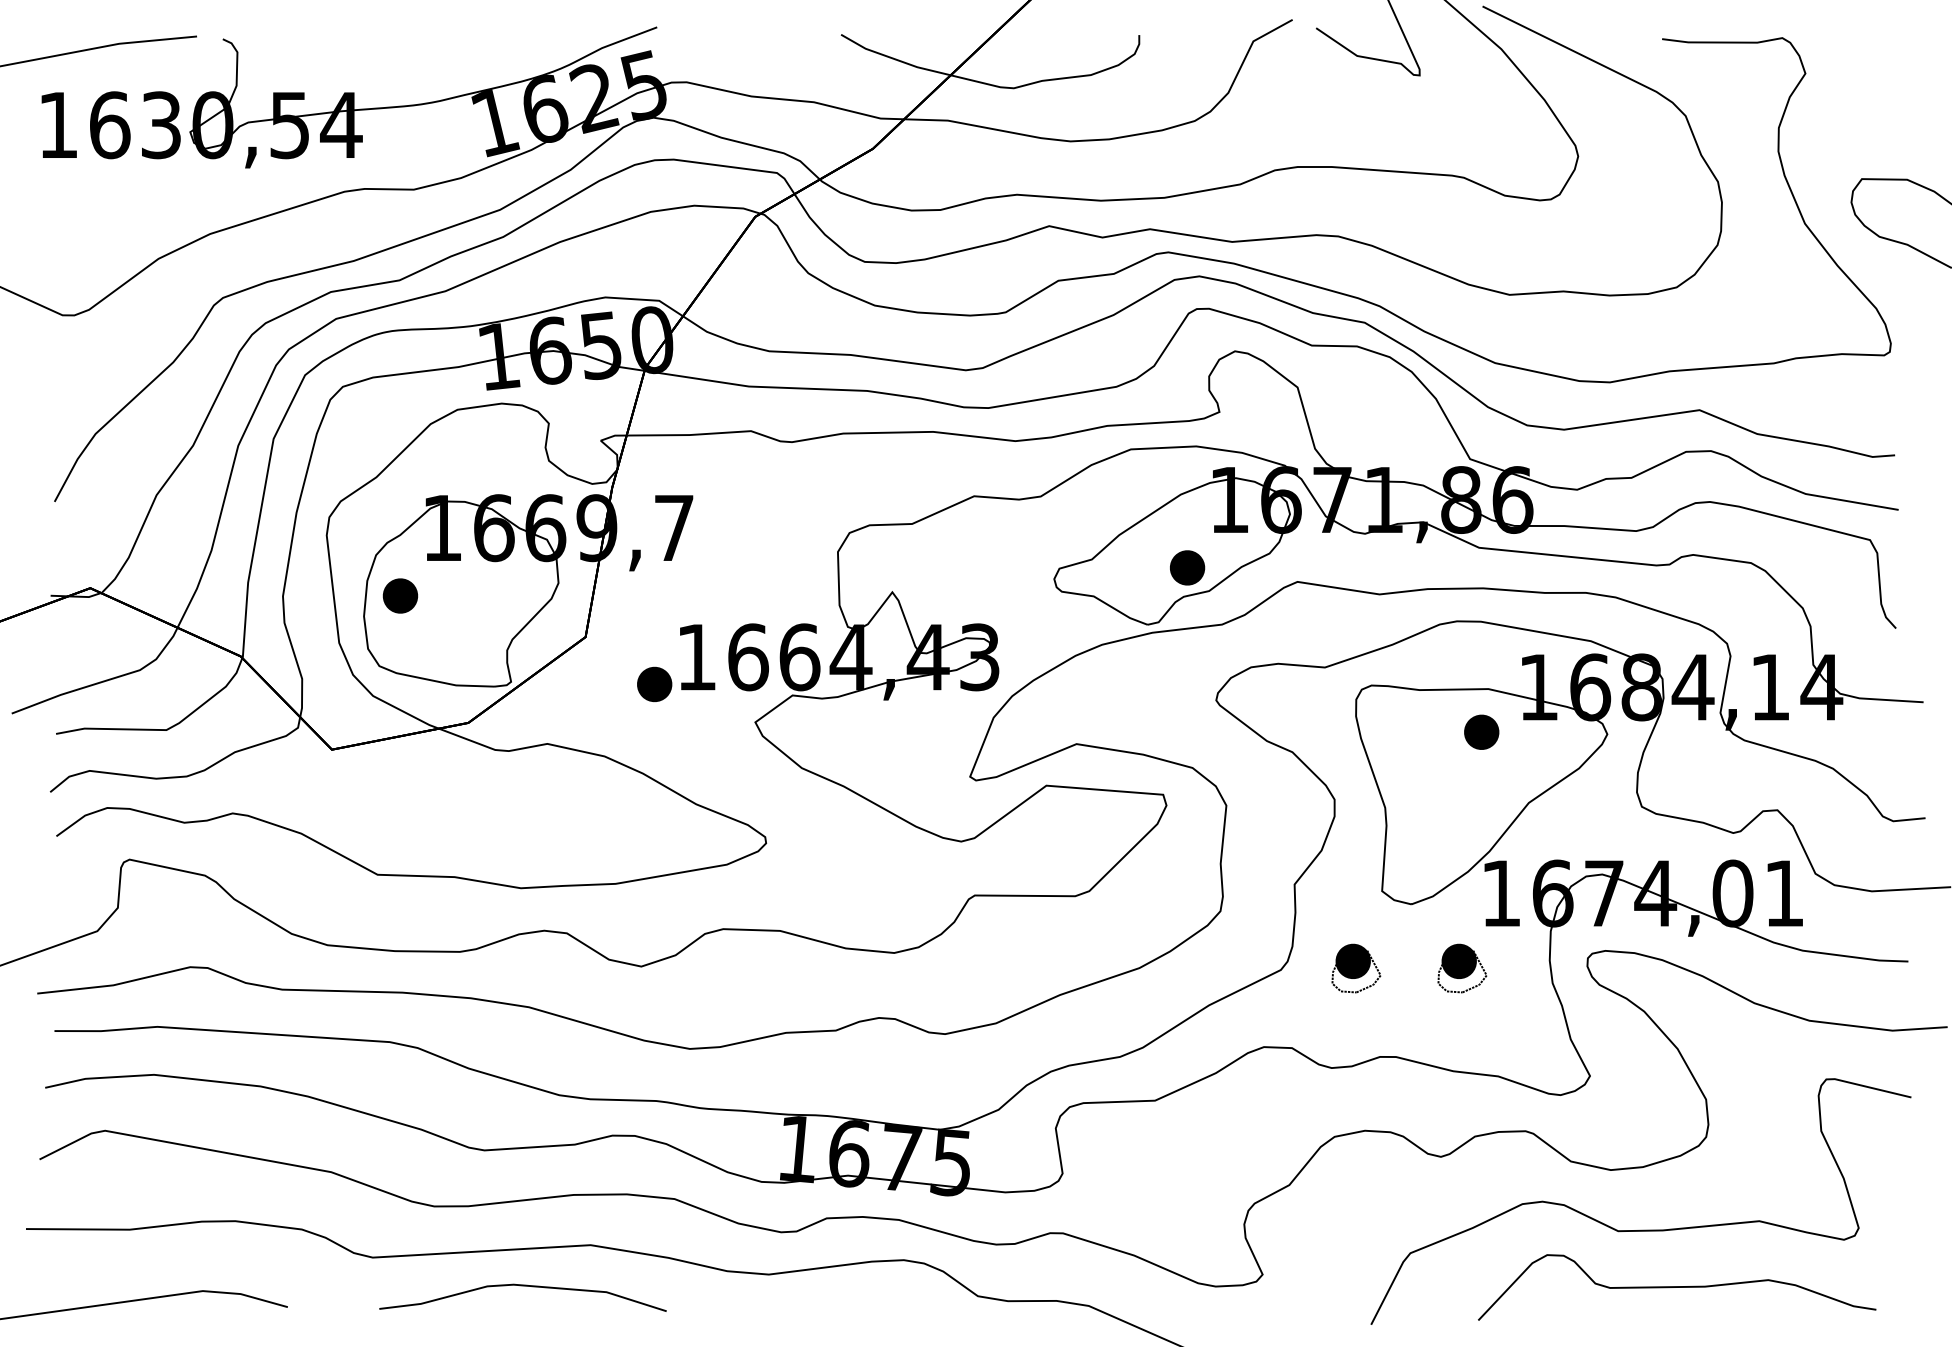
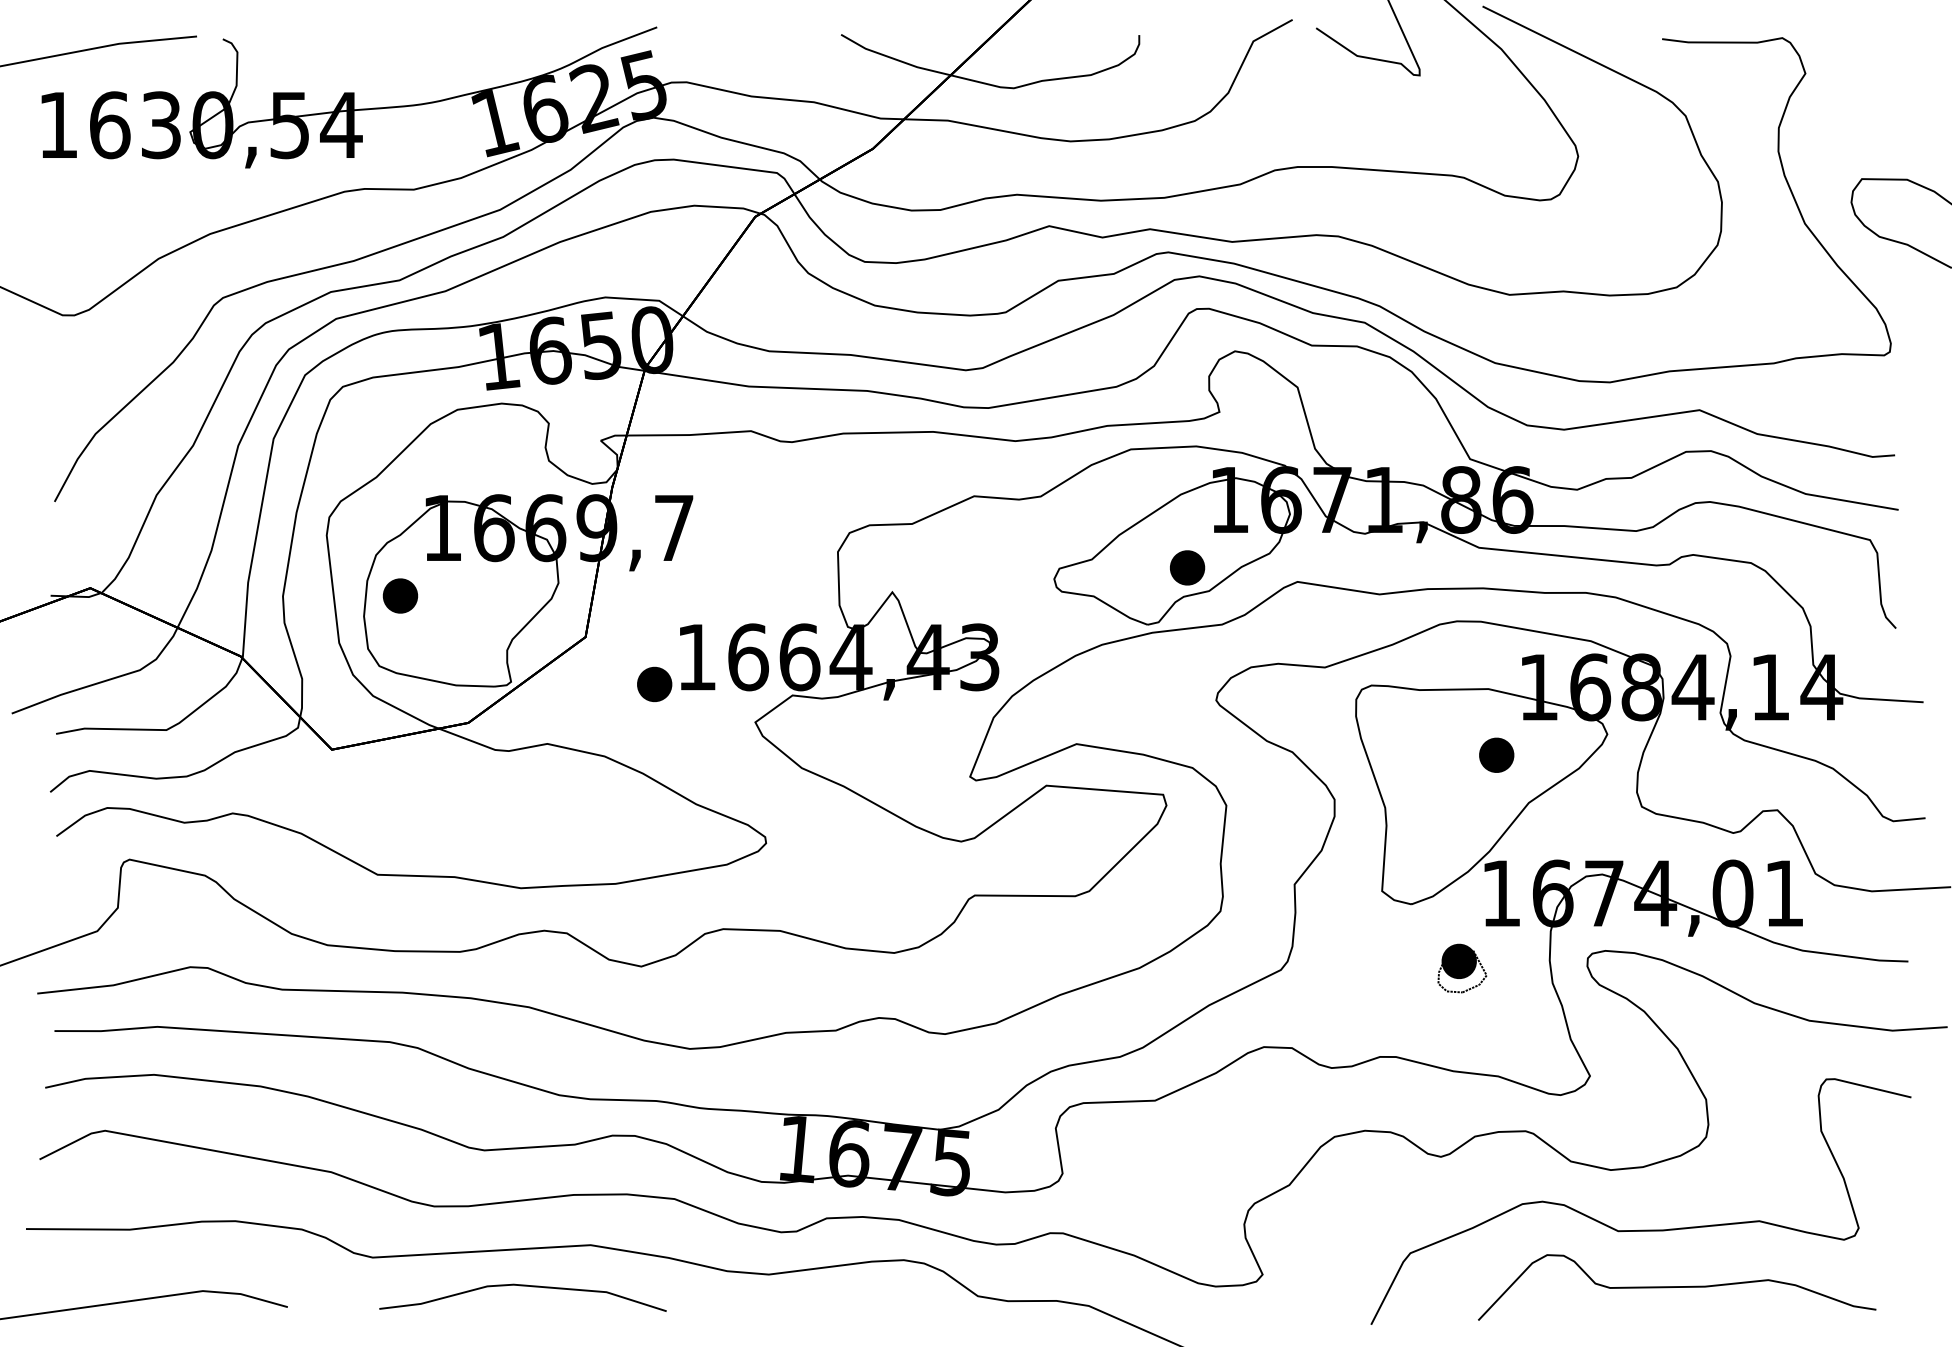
part at (1481, 731) position: (1481, 731) -> (1496, 754)
part at (1356, 968): present -> none
